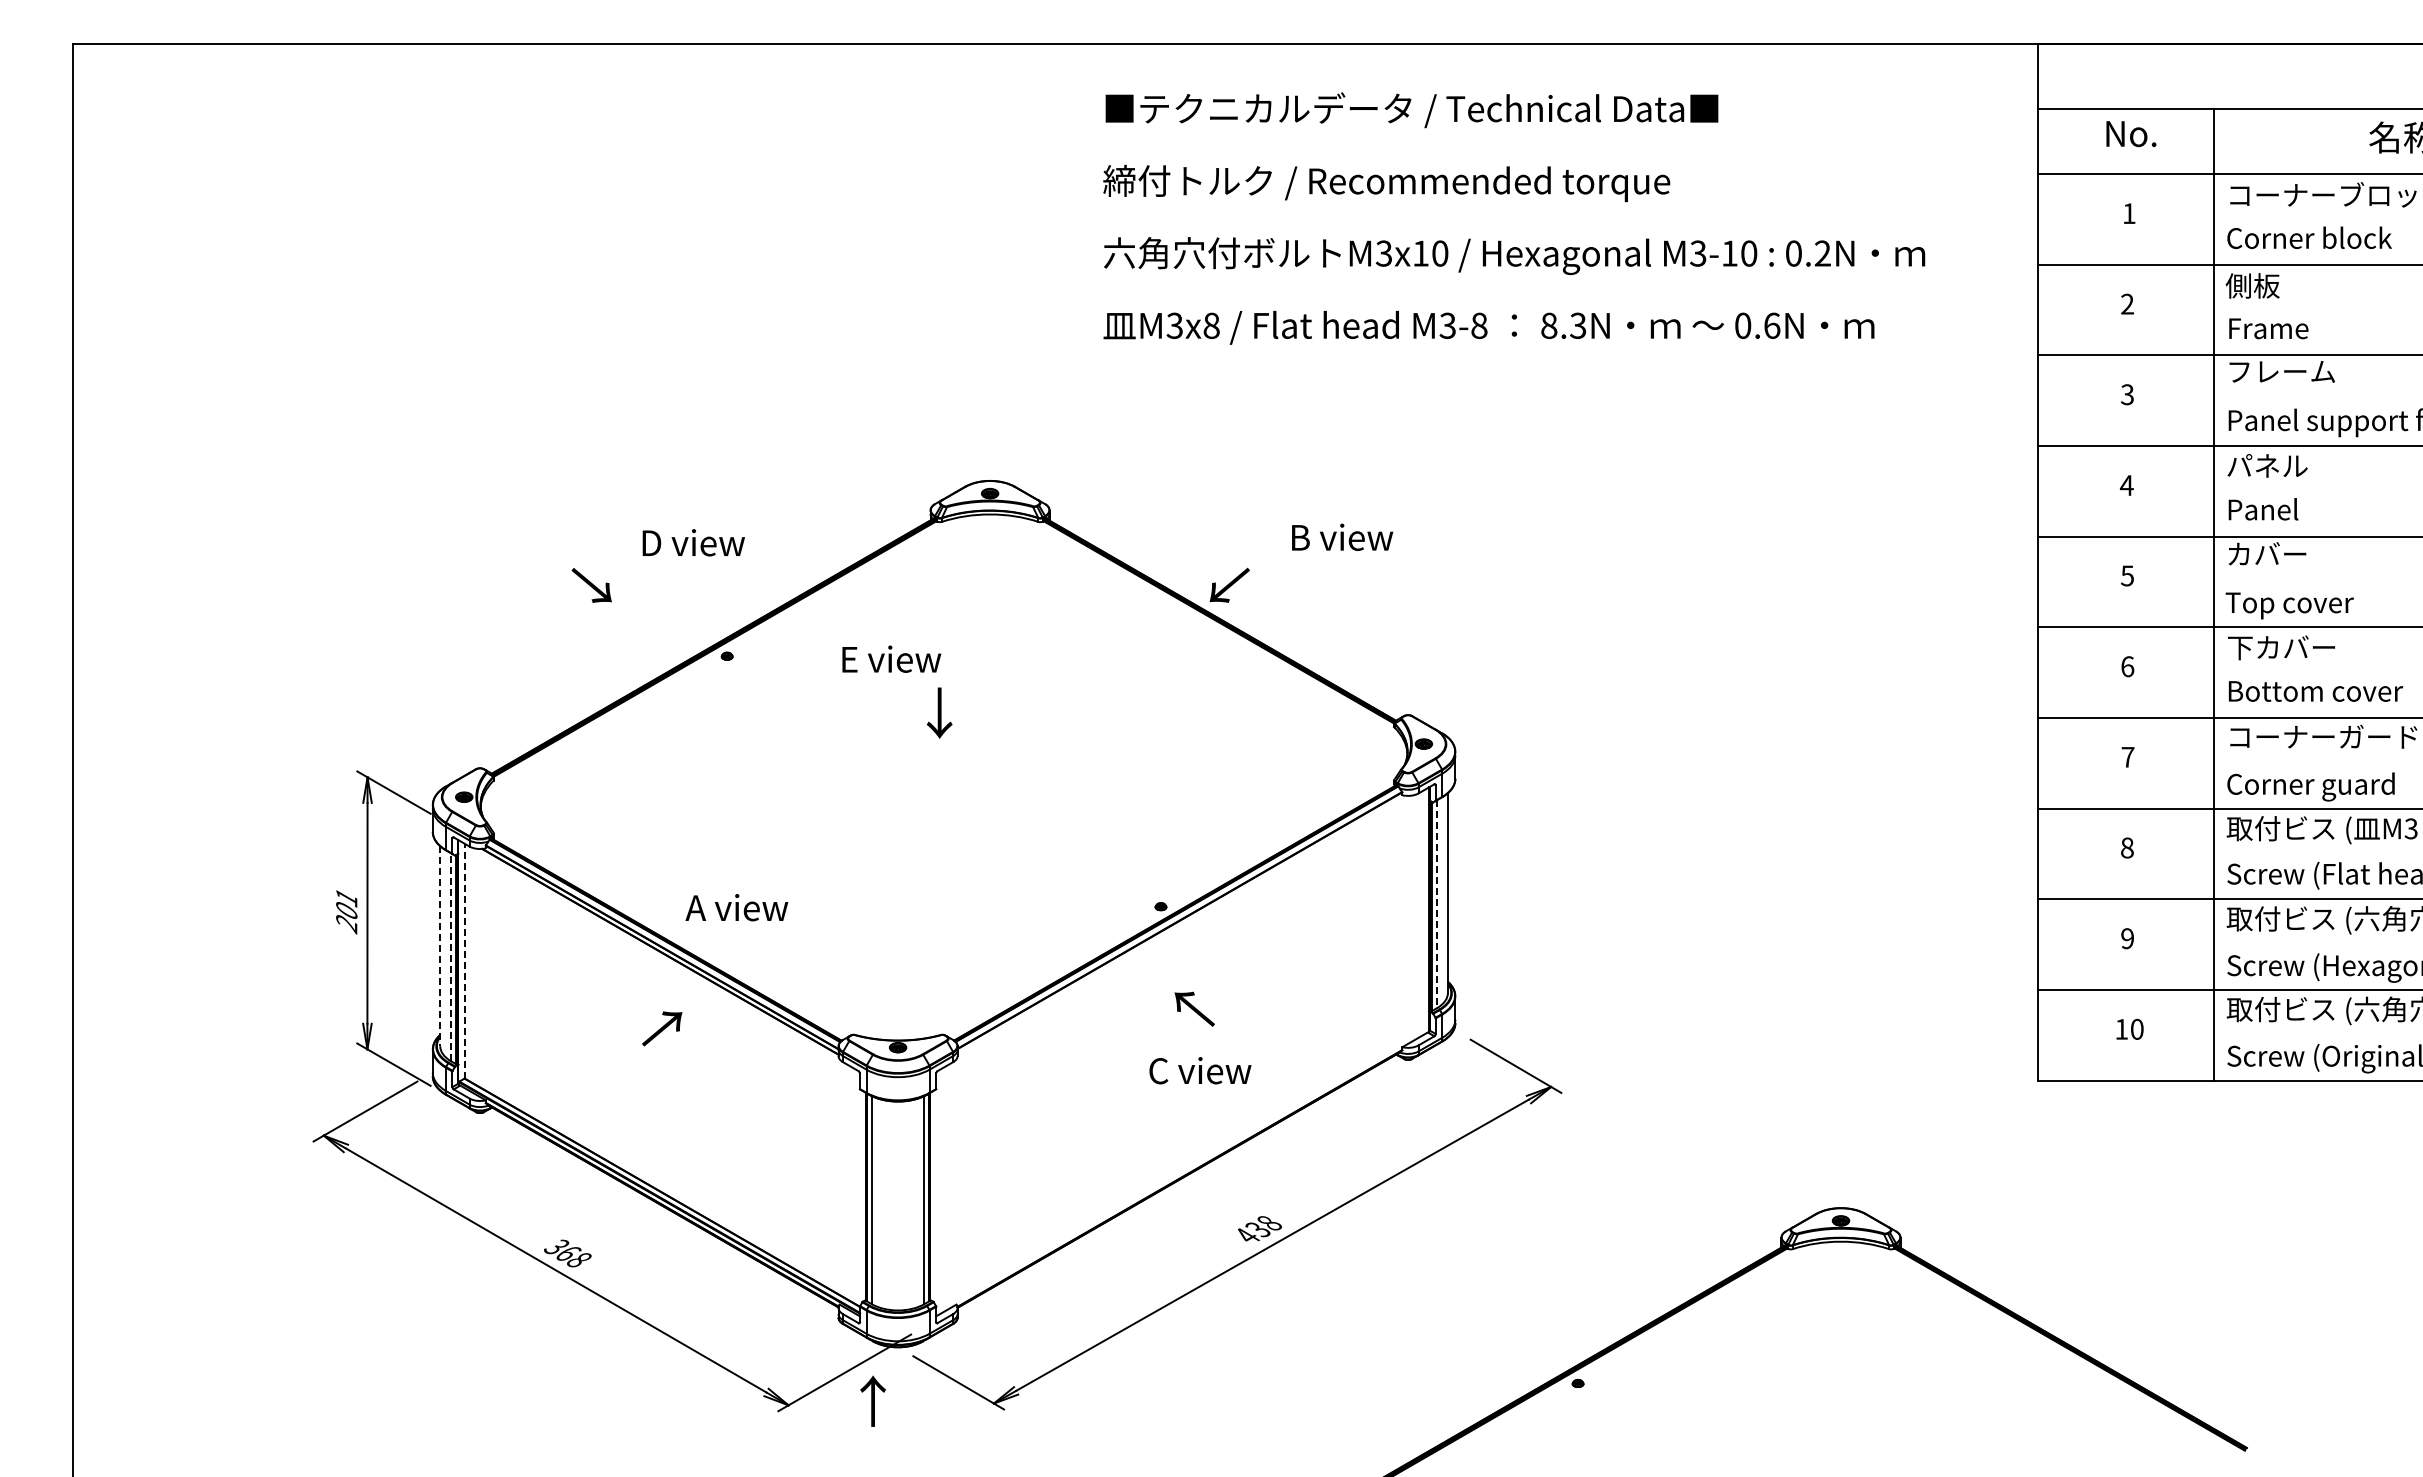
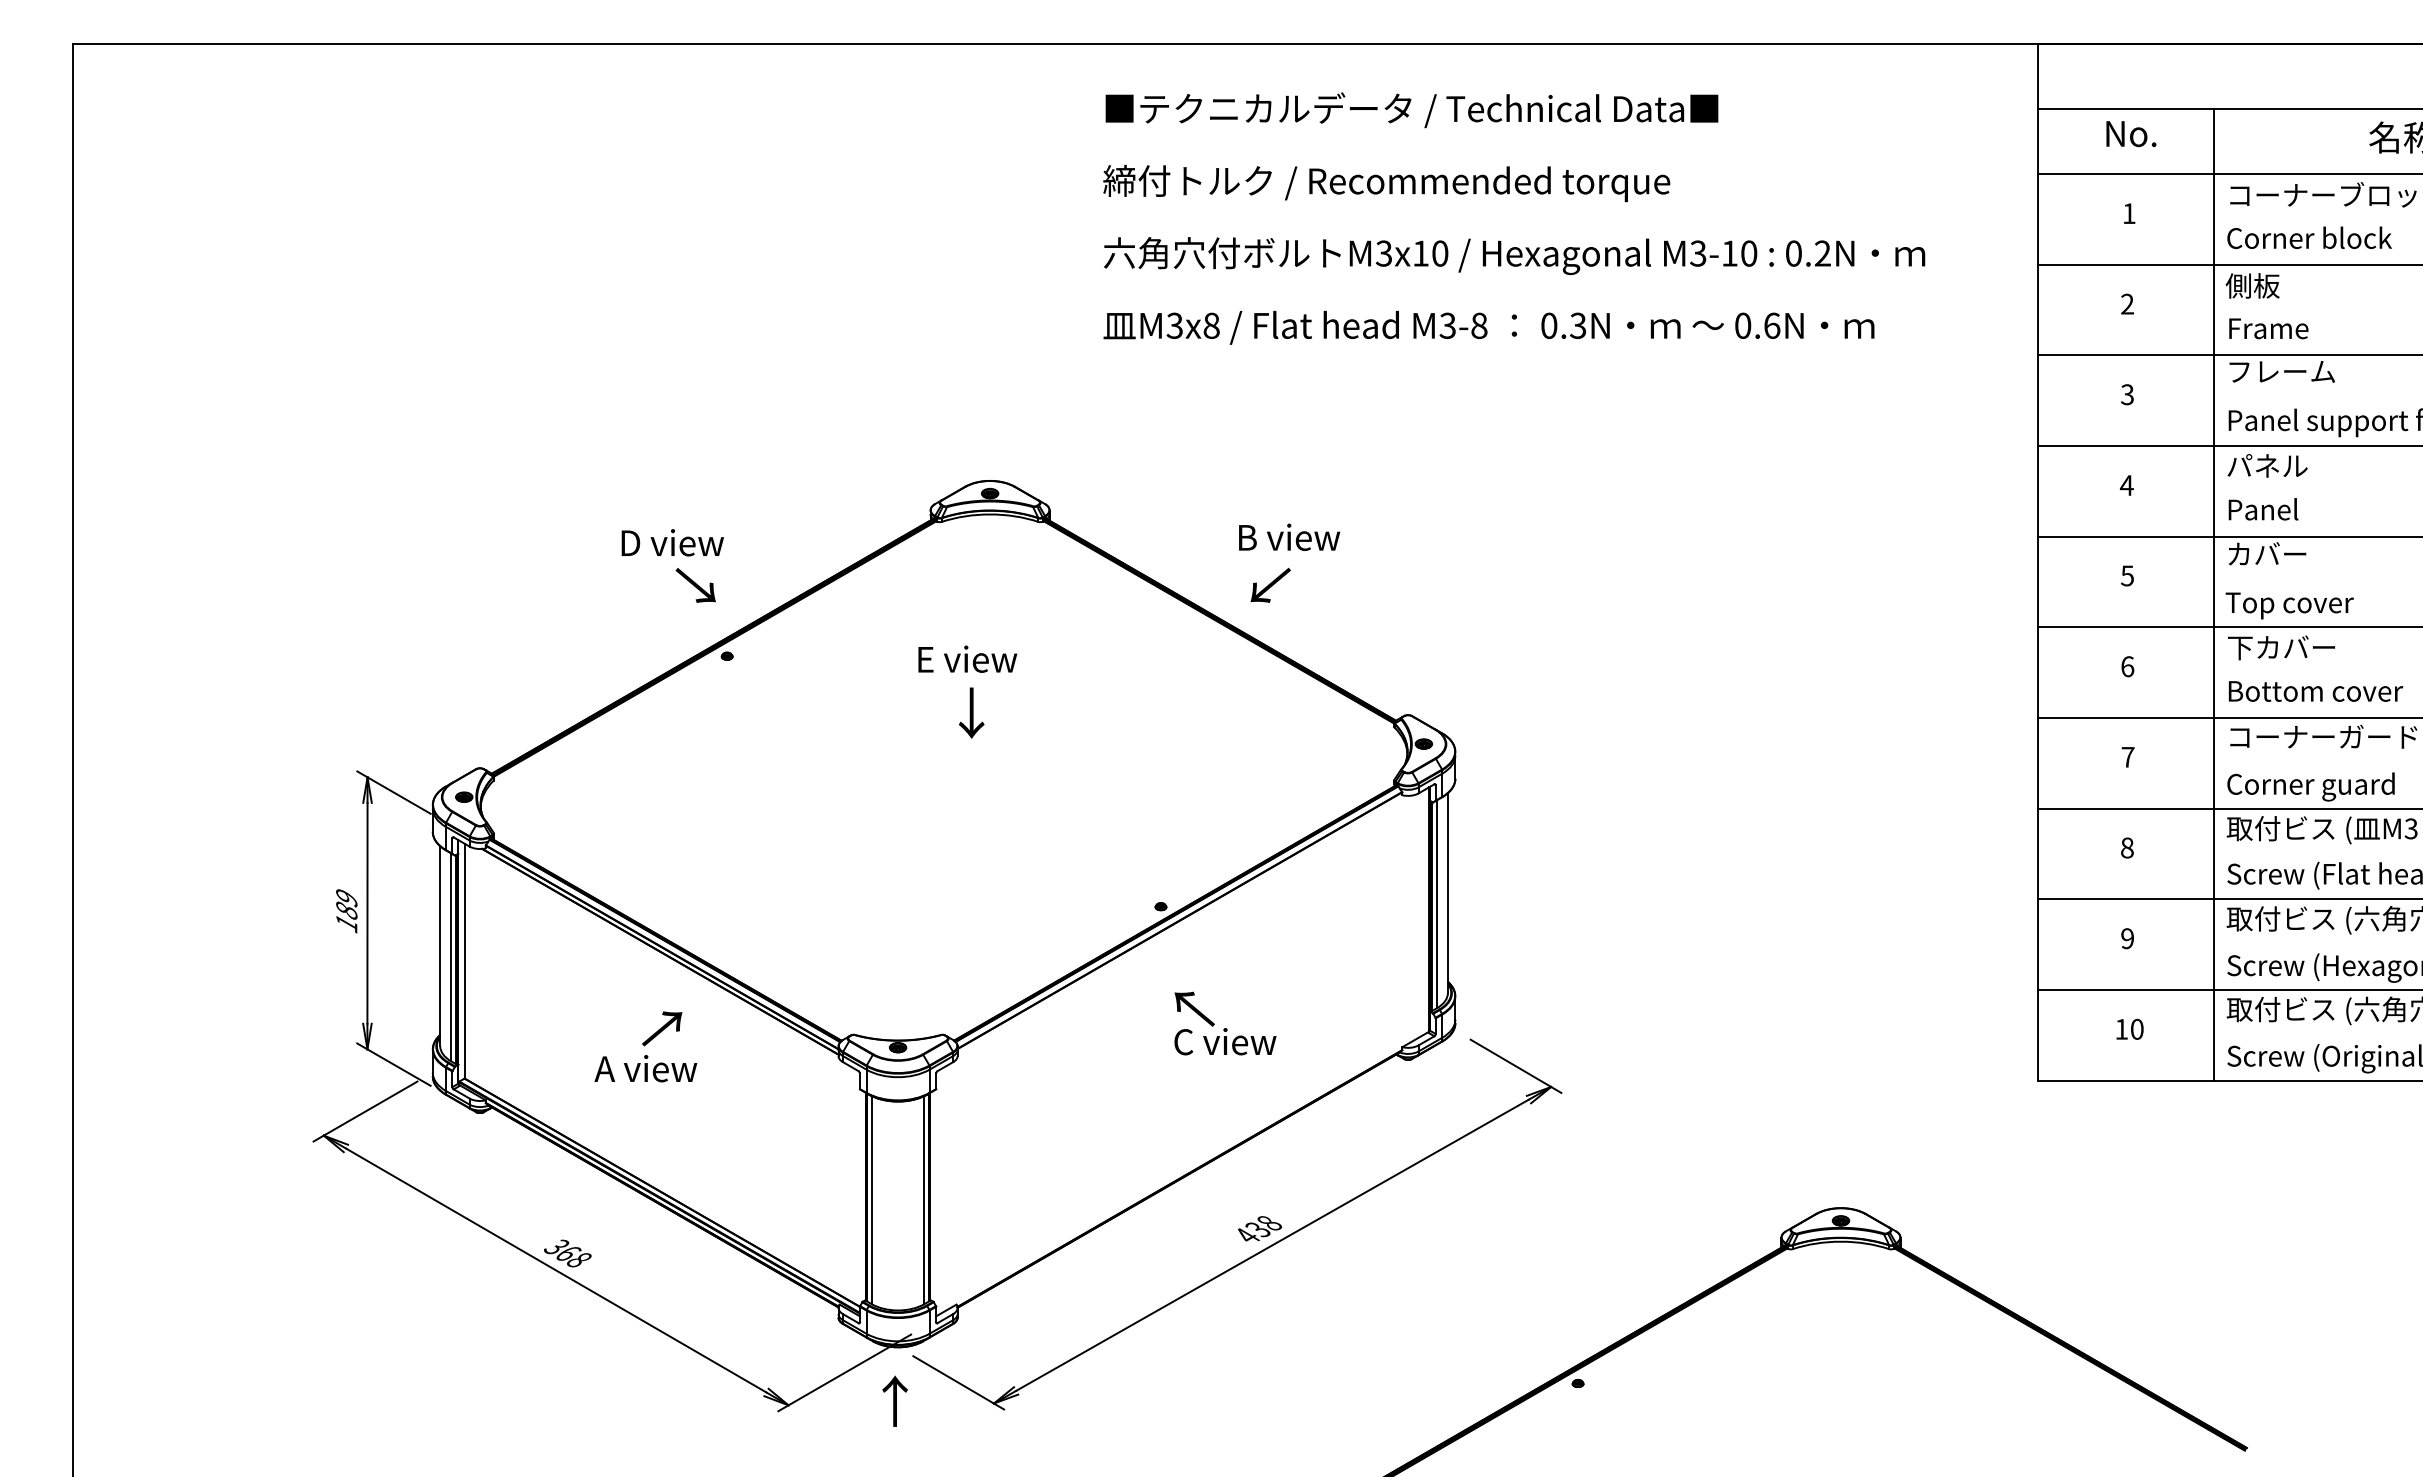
text at (1549, 325): 8.3N -> 0.3N
text at (1342, 536) position: (1342, 536) -> (1289, 536)
text at (693, 542) position: (693, 542) -> (672, 542)
text at (1229, 584) position: (1229, 584) -> (1270, 584)
text at (591, 585) position: (591, 585) -> (695, 585)
text at (891, 658) position: (891, 658) -> (967, 658)
text at (939, 712) position: (939, 712) -> (971, 712)
line at (1437, 904): dashed -> solid
text at (736, 907) position: (736, 907) -> (645, 1068)
text at (346, 911): 201 -> 189
line at (440, 946): dashed -> solid
line at (451, 957): dashed -> solid
line at (464, 960): dashed -> solid
text at (1200, 1070) position: (1200, 1070) -> (1225, 1041)
text at (872, 1400) position: (872, 1400) -> (894, 1400)
